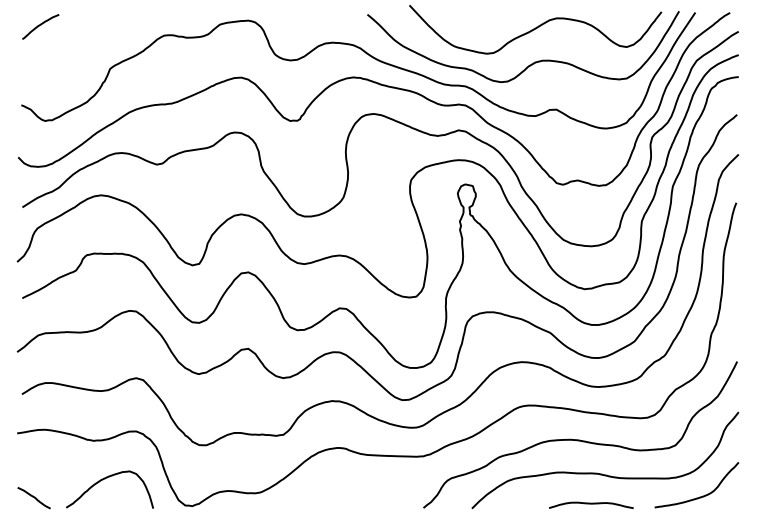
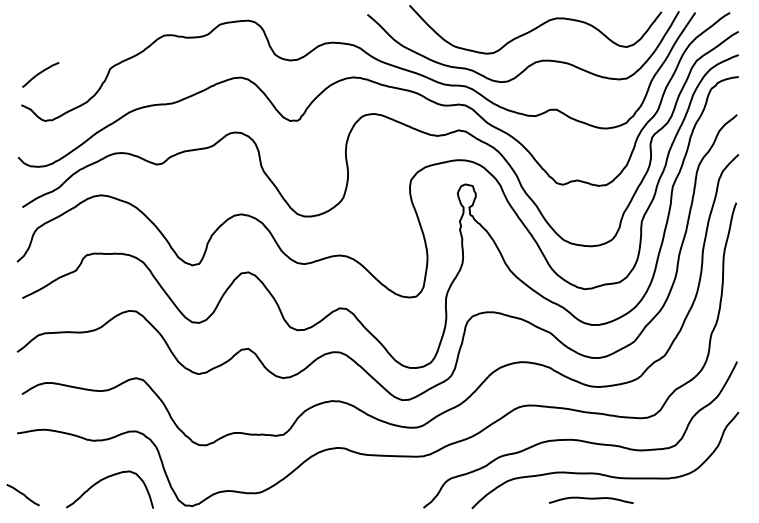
curve at (40, 25) position: (40, 25) -> (40, 73)
curve at (699, 496): present -> none
curve at (33, 497) position: (33, 497) -> (22, 494)
curve at (591, 504) position: (591, 504) -> (591, 499)
